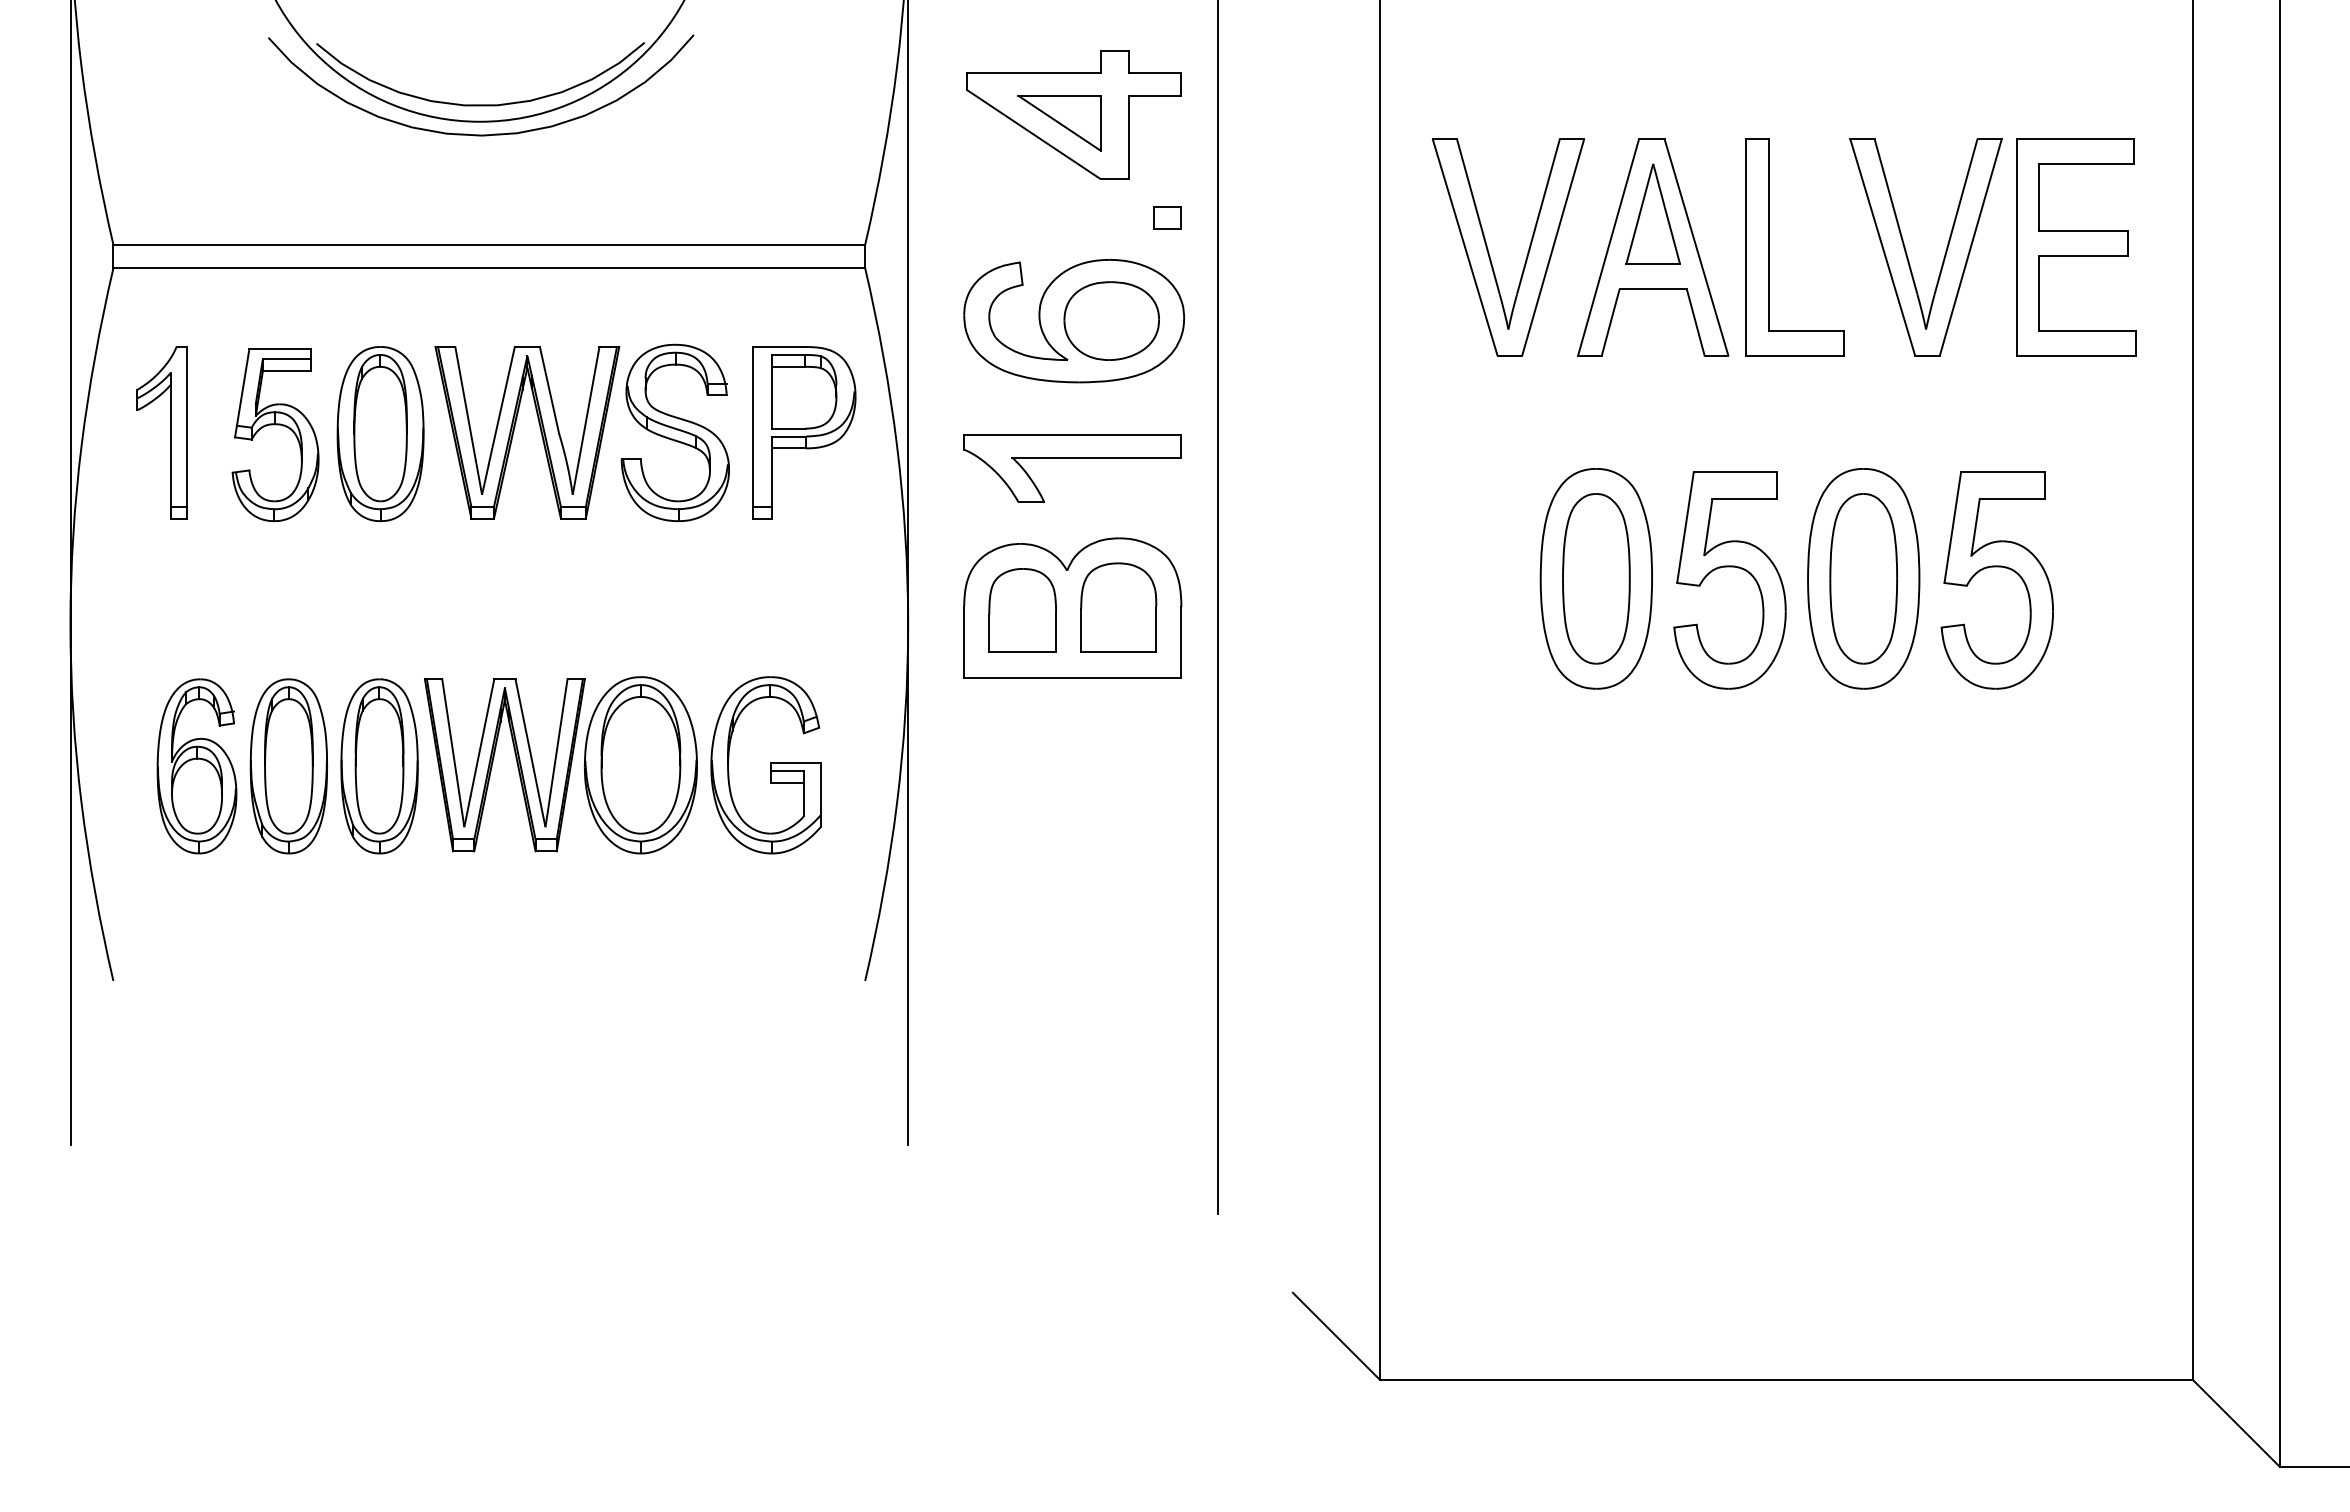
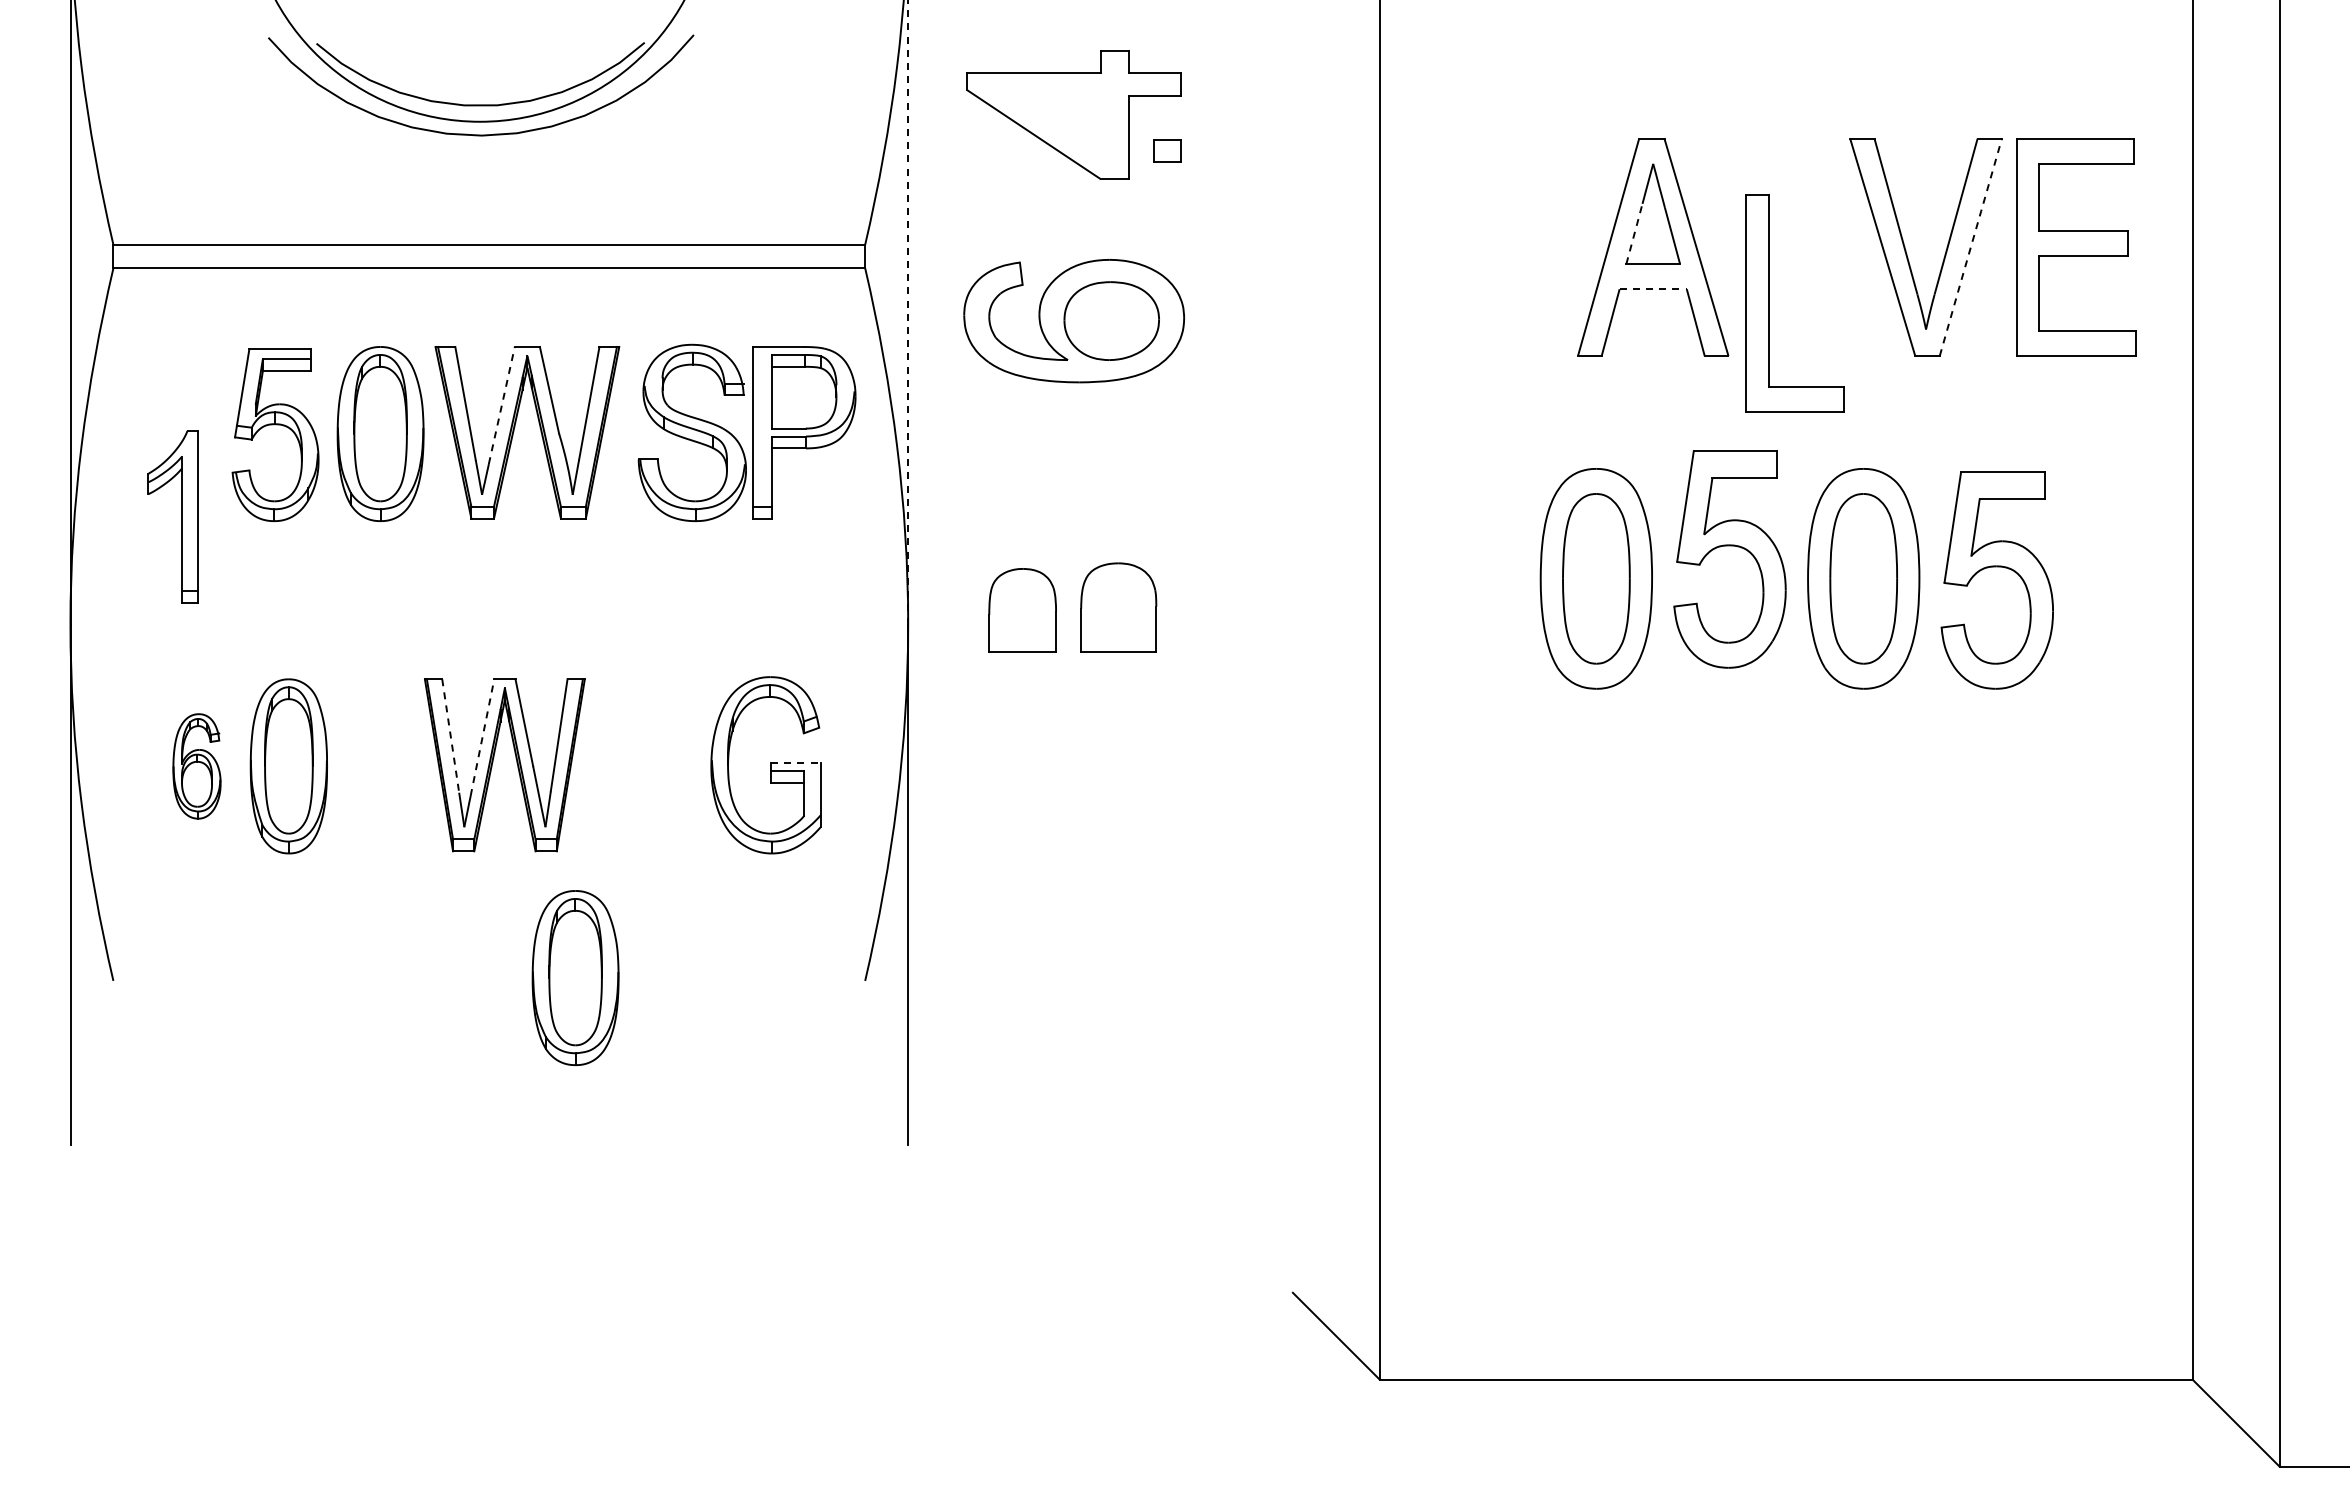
part at (1059, 123): present -> none
part at (1167, 217) position: (1167, 217) -> (1167, 150)
line at (1634, 233): solid -> dashed
part at (1769, 247) position: (1769, 247) -> (1769, 303)
line at (1970, 247): solid -> dashed
part at (1489, 252): present -> none
line at (1653, 289): solid -> dashed
line at (908, 311): solid -> dashed
line at (501, 405): solid -> dashed
part at (170, 432) position: (170, 432) -> (181, 516)
part at (674, 432) position: (674, 432) -> (691, 432)
part at (1072, 458): present -> none
part at (1729, 567) position: (1729, 567) -> (1729, 546)
part at (1072, 607): present -> none
line at (1218, 607): present -> none
line at (450, 736): solid -> dashed
line at (482, 737): solid -> dashed
line at (796, 763): solid -> dashed
part at (640, 765): present -> none
part at (196, 766) size: 82x177 px -> 50x107 px
part at (379, 766): present -> none
part at (575, 977): none -> present
